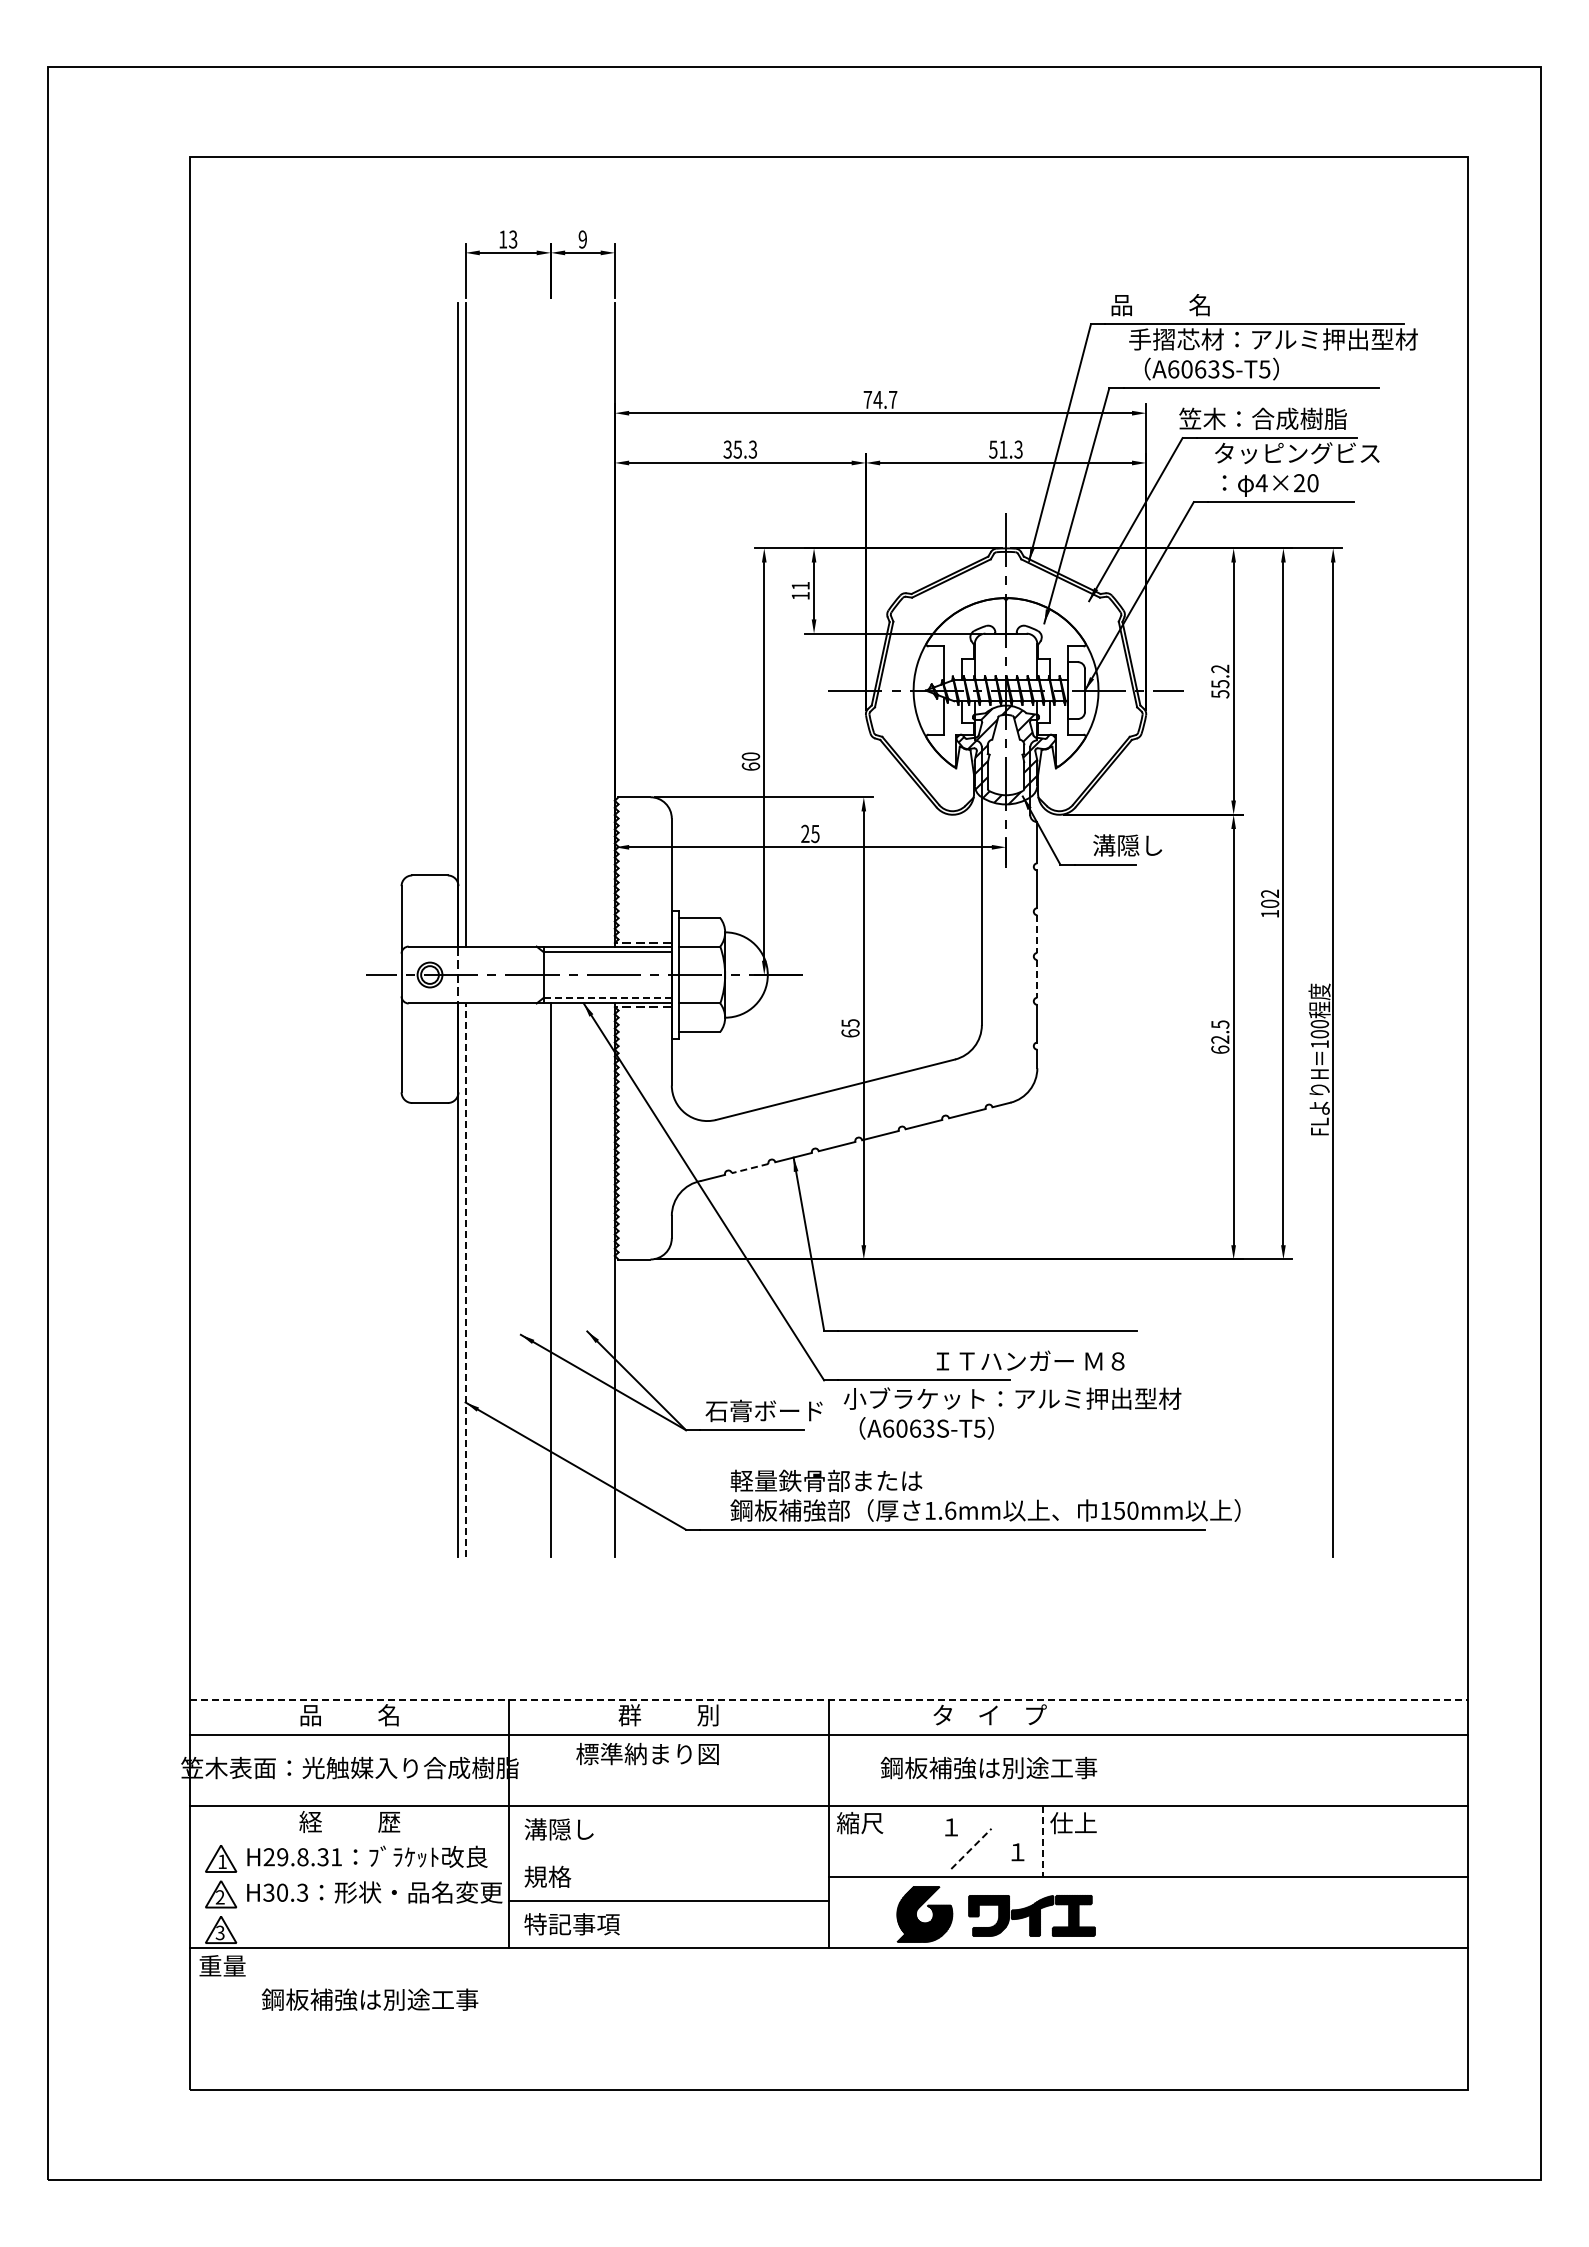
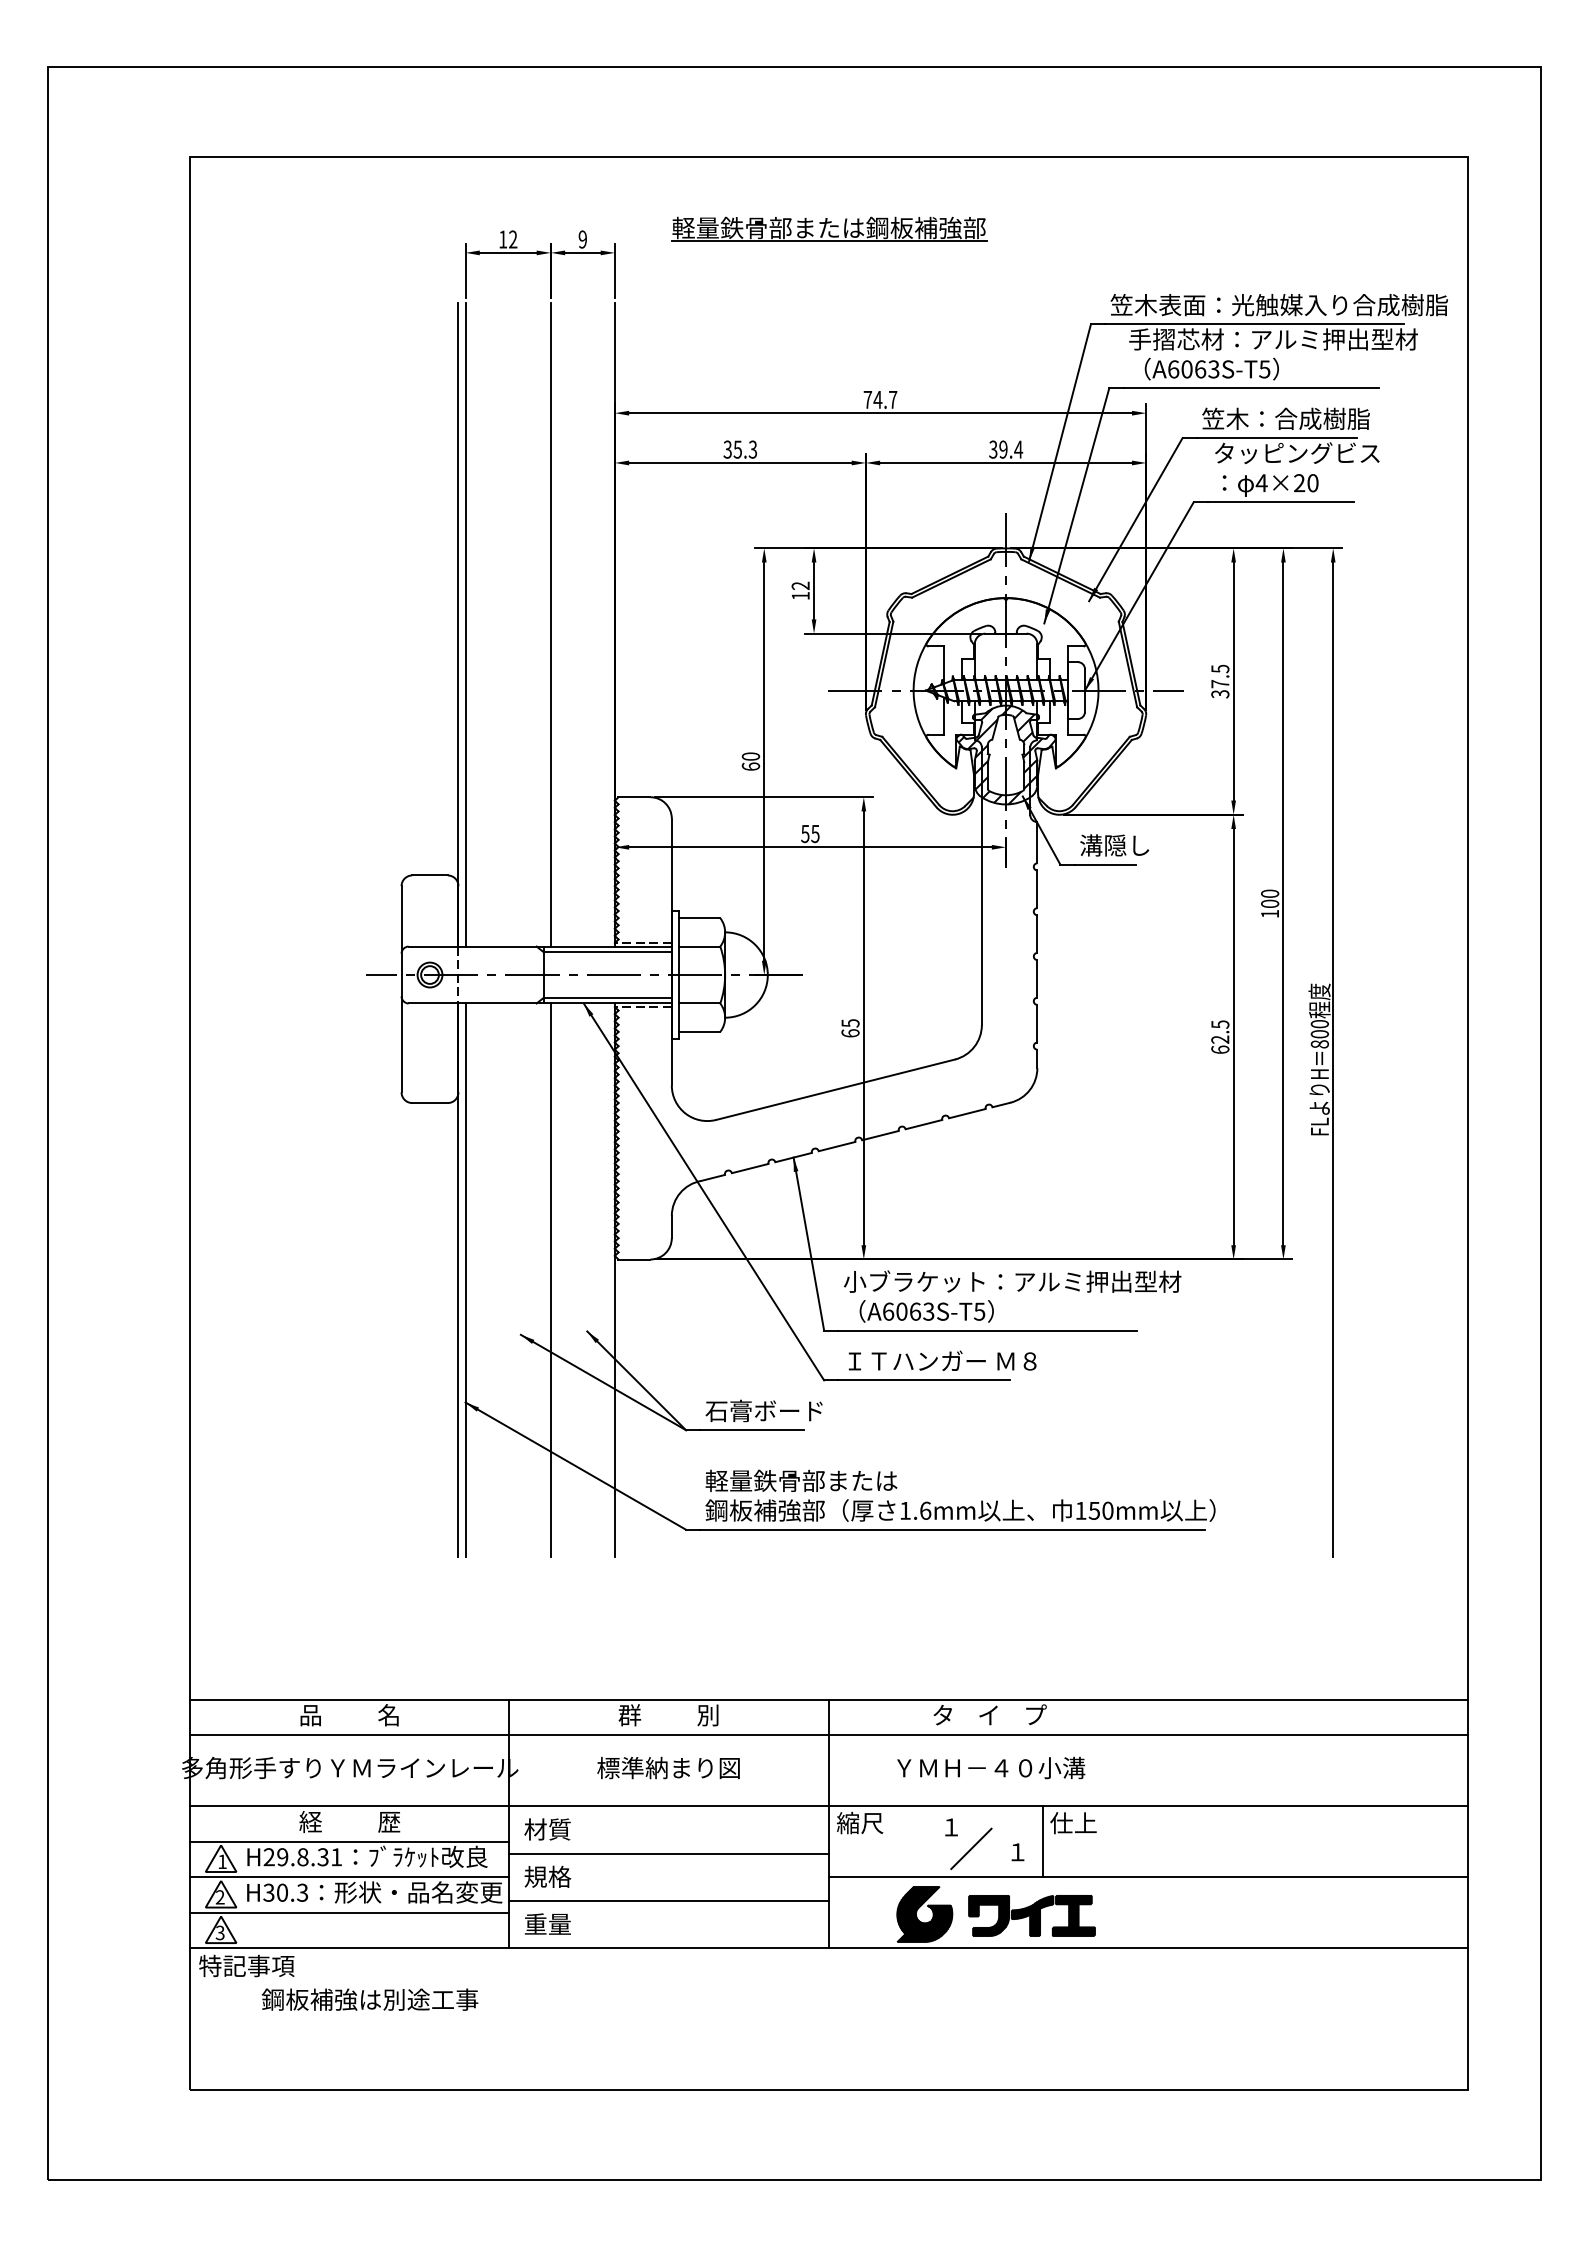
part at (829, 228): none -> present
text at (513, 239): 13 -> 12
text at (1278, 305): 品          名 -> 笠木表面：光触媒入り合成樹脂
text at (1262, 418) position: (1262, 418) -> (1285, 418)
text at (1006, 449): 51.3 -> 39.4
text at (800, 585): 11 -> 12
line at (550, 624): none -> present
text at (1220, 680): 55.2 -> 37.5
text at (805, 833): 25 -> 55
text at (1127, 845) position: (1127, 845) -> (1114, 845)
text at (1270, 893): 102 -> 100
line at (1037, 934): dashed -> solid
line at (1037, 978): dashed -> solid
line at (608, 997): dashed -> solid
text at (1319, 1044): 100 -> 800
line at (750, 1168): dashed -> solid
line at (465, 1280): dashed -> solid
text at (1030, 1360) position: (1030, 1360) -> (942, 1360)
text at (1012, 1413) position: (1012, 1413) -> (1012, 1296)
text at (985, 1495) position: (985, 1495) -> (960, 1495)
line at (829, 1699): dashed -> solid
text at (647, 1753) position: (647, 1753) -> (668, 1767)
text at (349, 1767): 笠木表面：光触媒入り合成樹脂 -> 多角形手すりＹＭラインレール
text at (988, 1767): 鋼板補強は別途工事 -> ＹＭＨ－４０小溝
text at (558, 1829): 溝隠し -> 材質
line at (349, 1841): none -> present
line at (1042, 1841): dashed -> solid
line at (971, 1848): dashed -> solid
line at (669, 1853): none -> present
line at (349, 1877): none -> present
line at (349, 1912): none -> present
text at (571, 1924): 特記事項 -> 重量
text at (246, 1965): 重量 -> 特記事項
